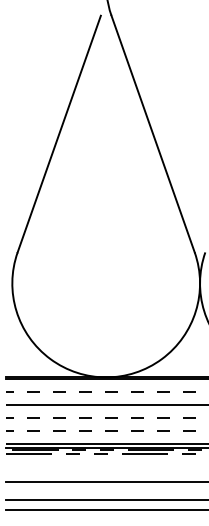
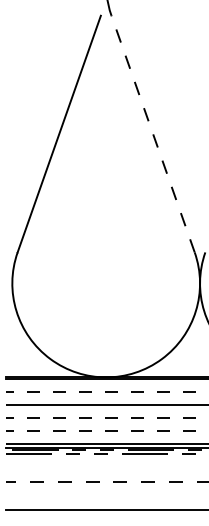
line at (152, 133): solid -> dashed
line at (107, 482): solid -> dashed
line at (105, 499): present -> none
